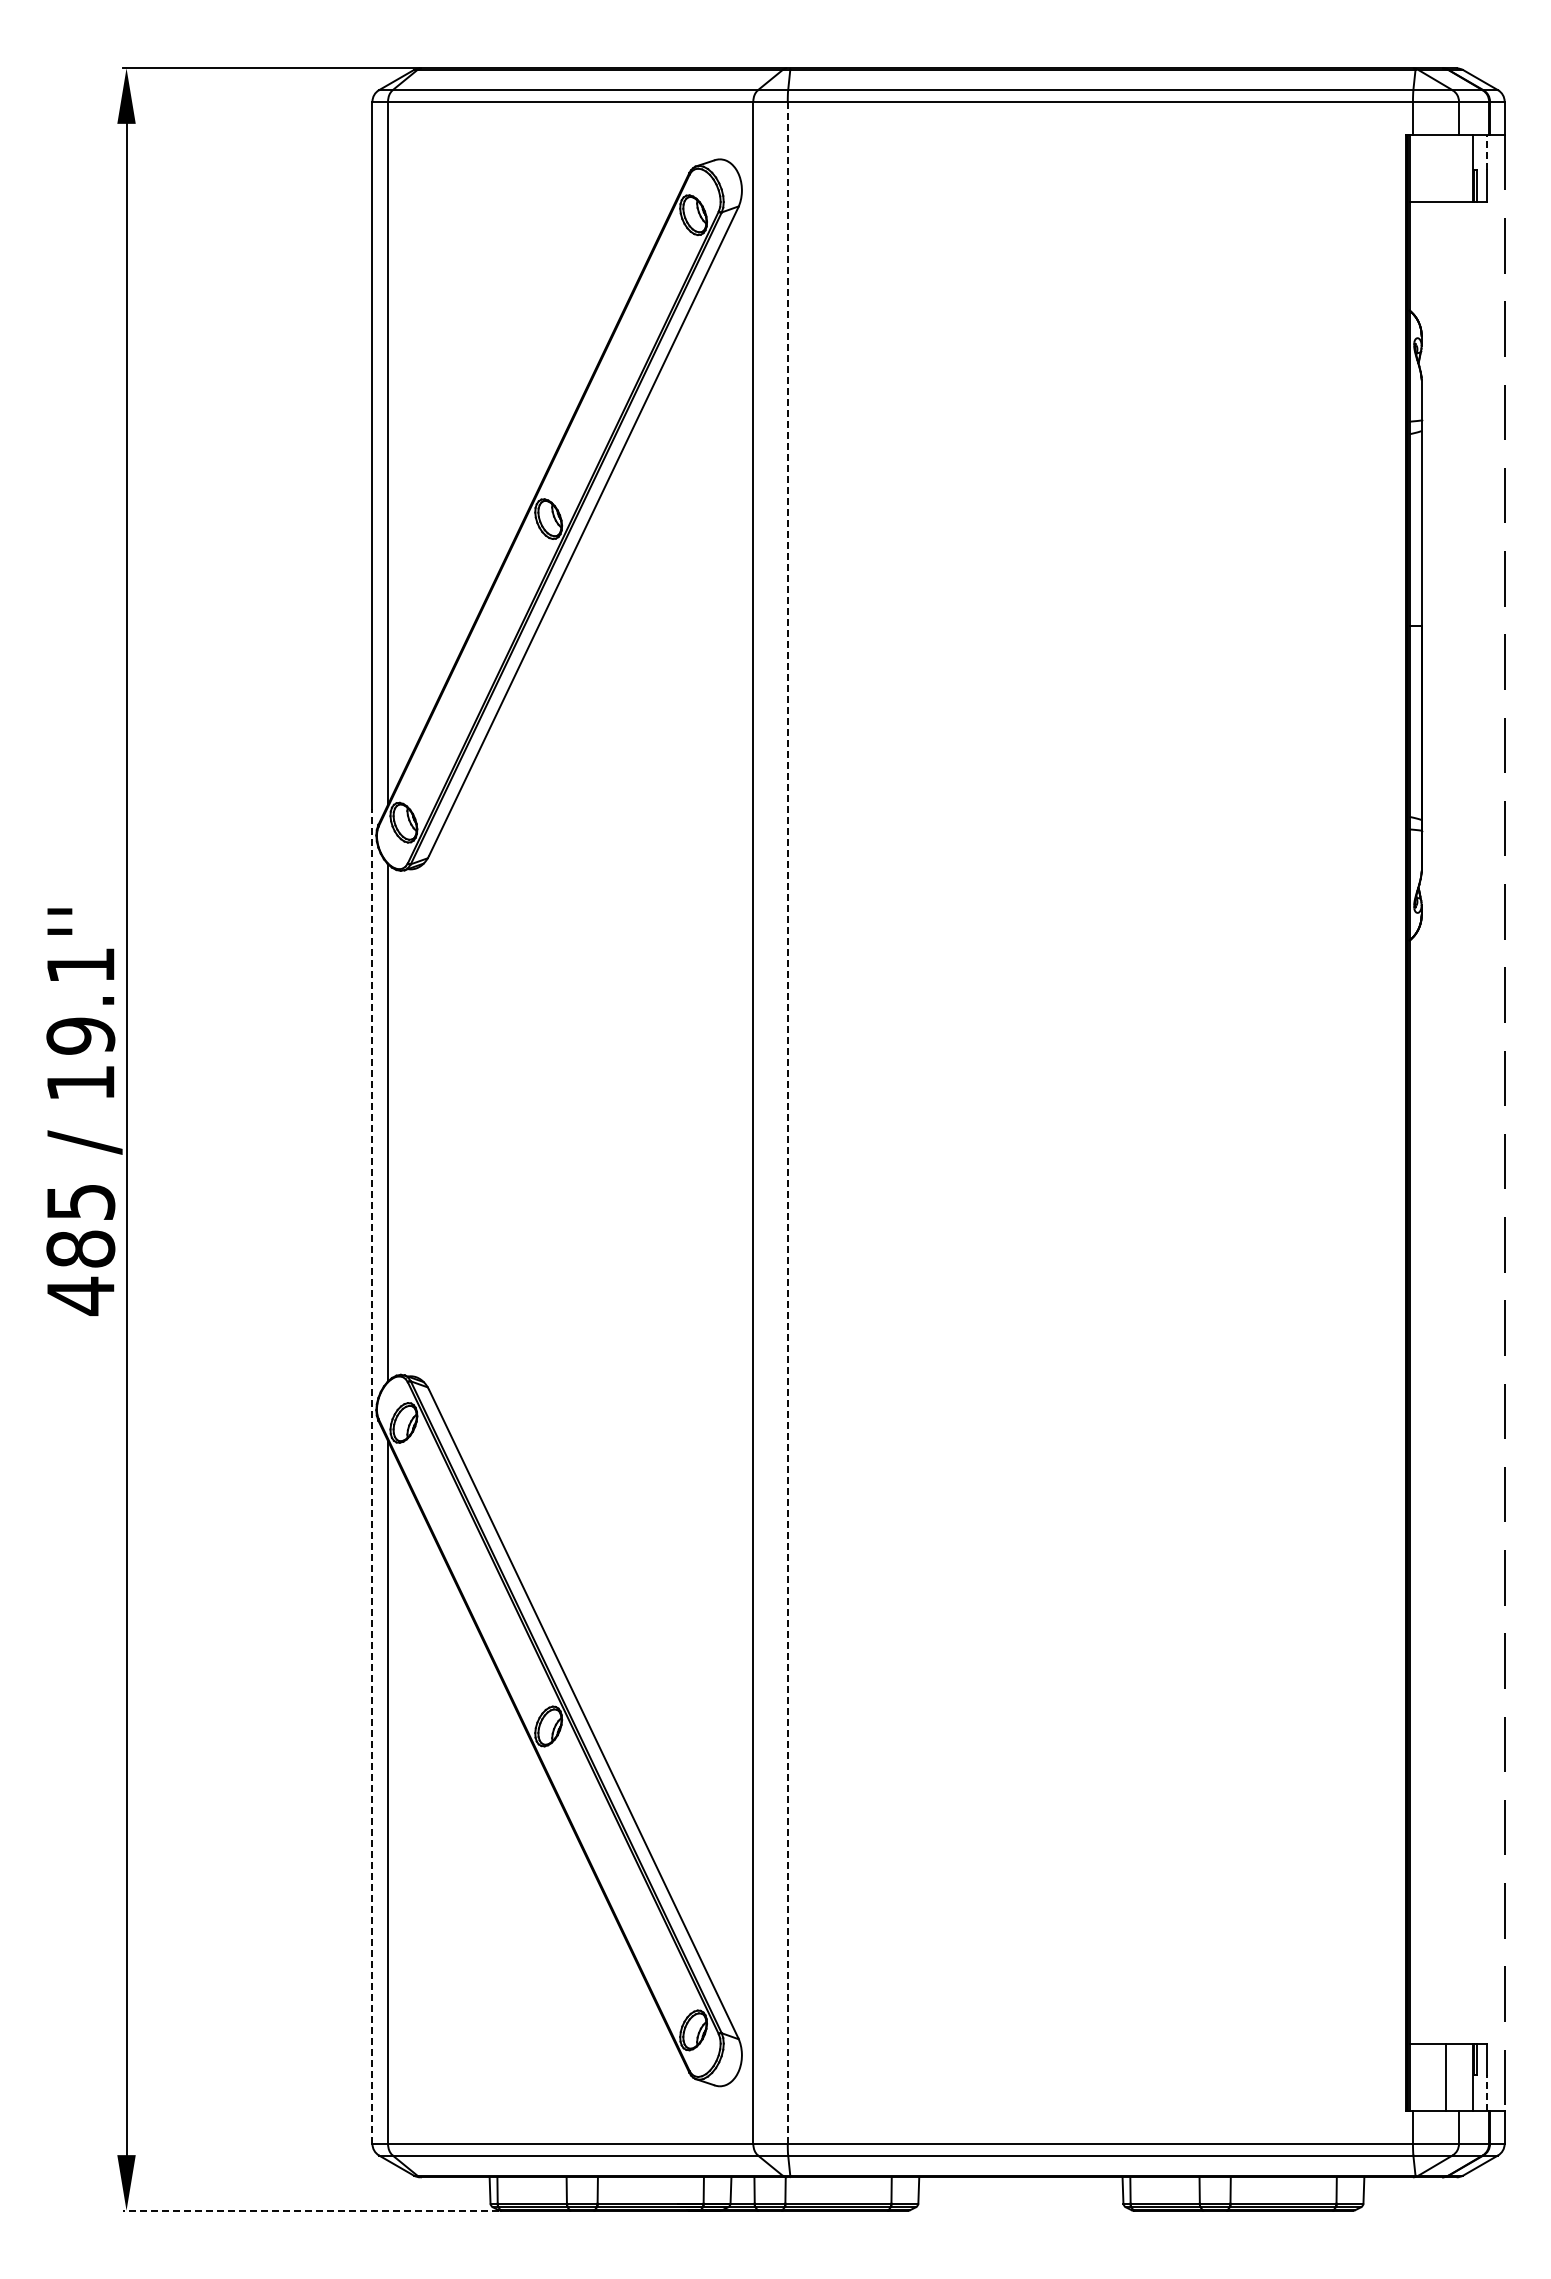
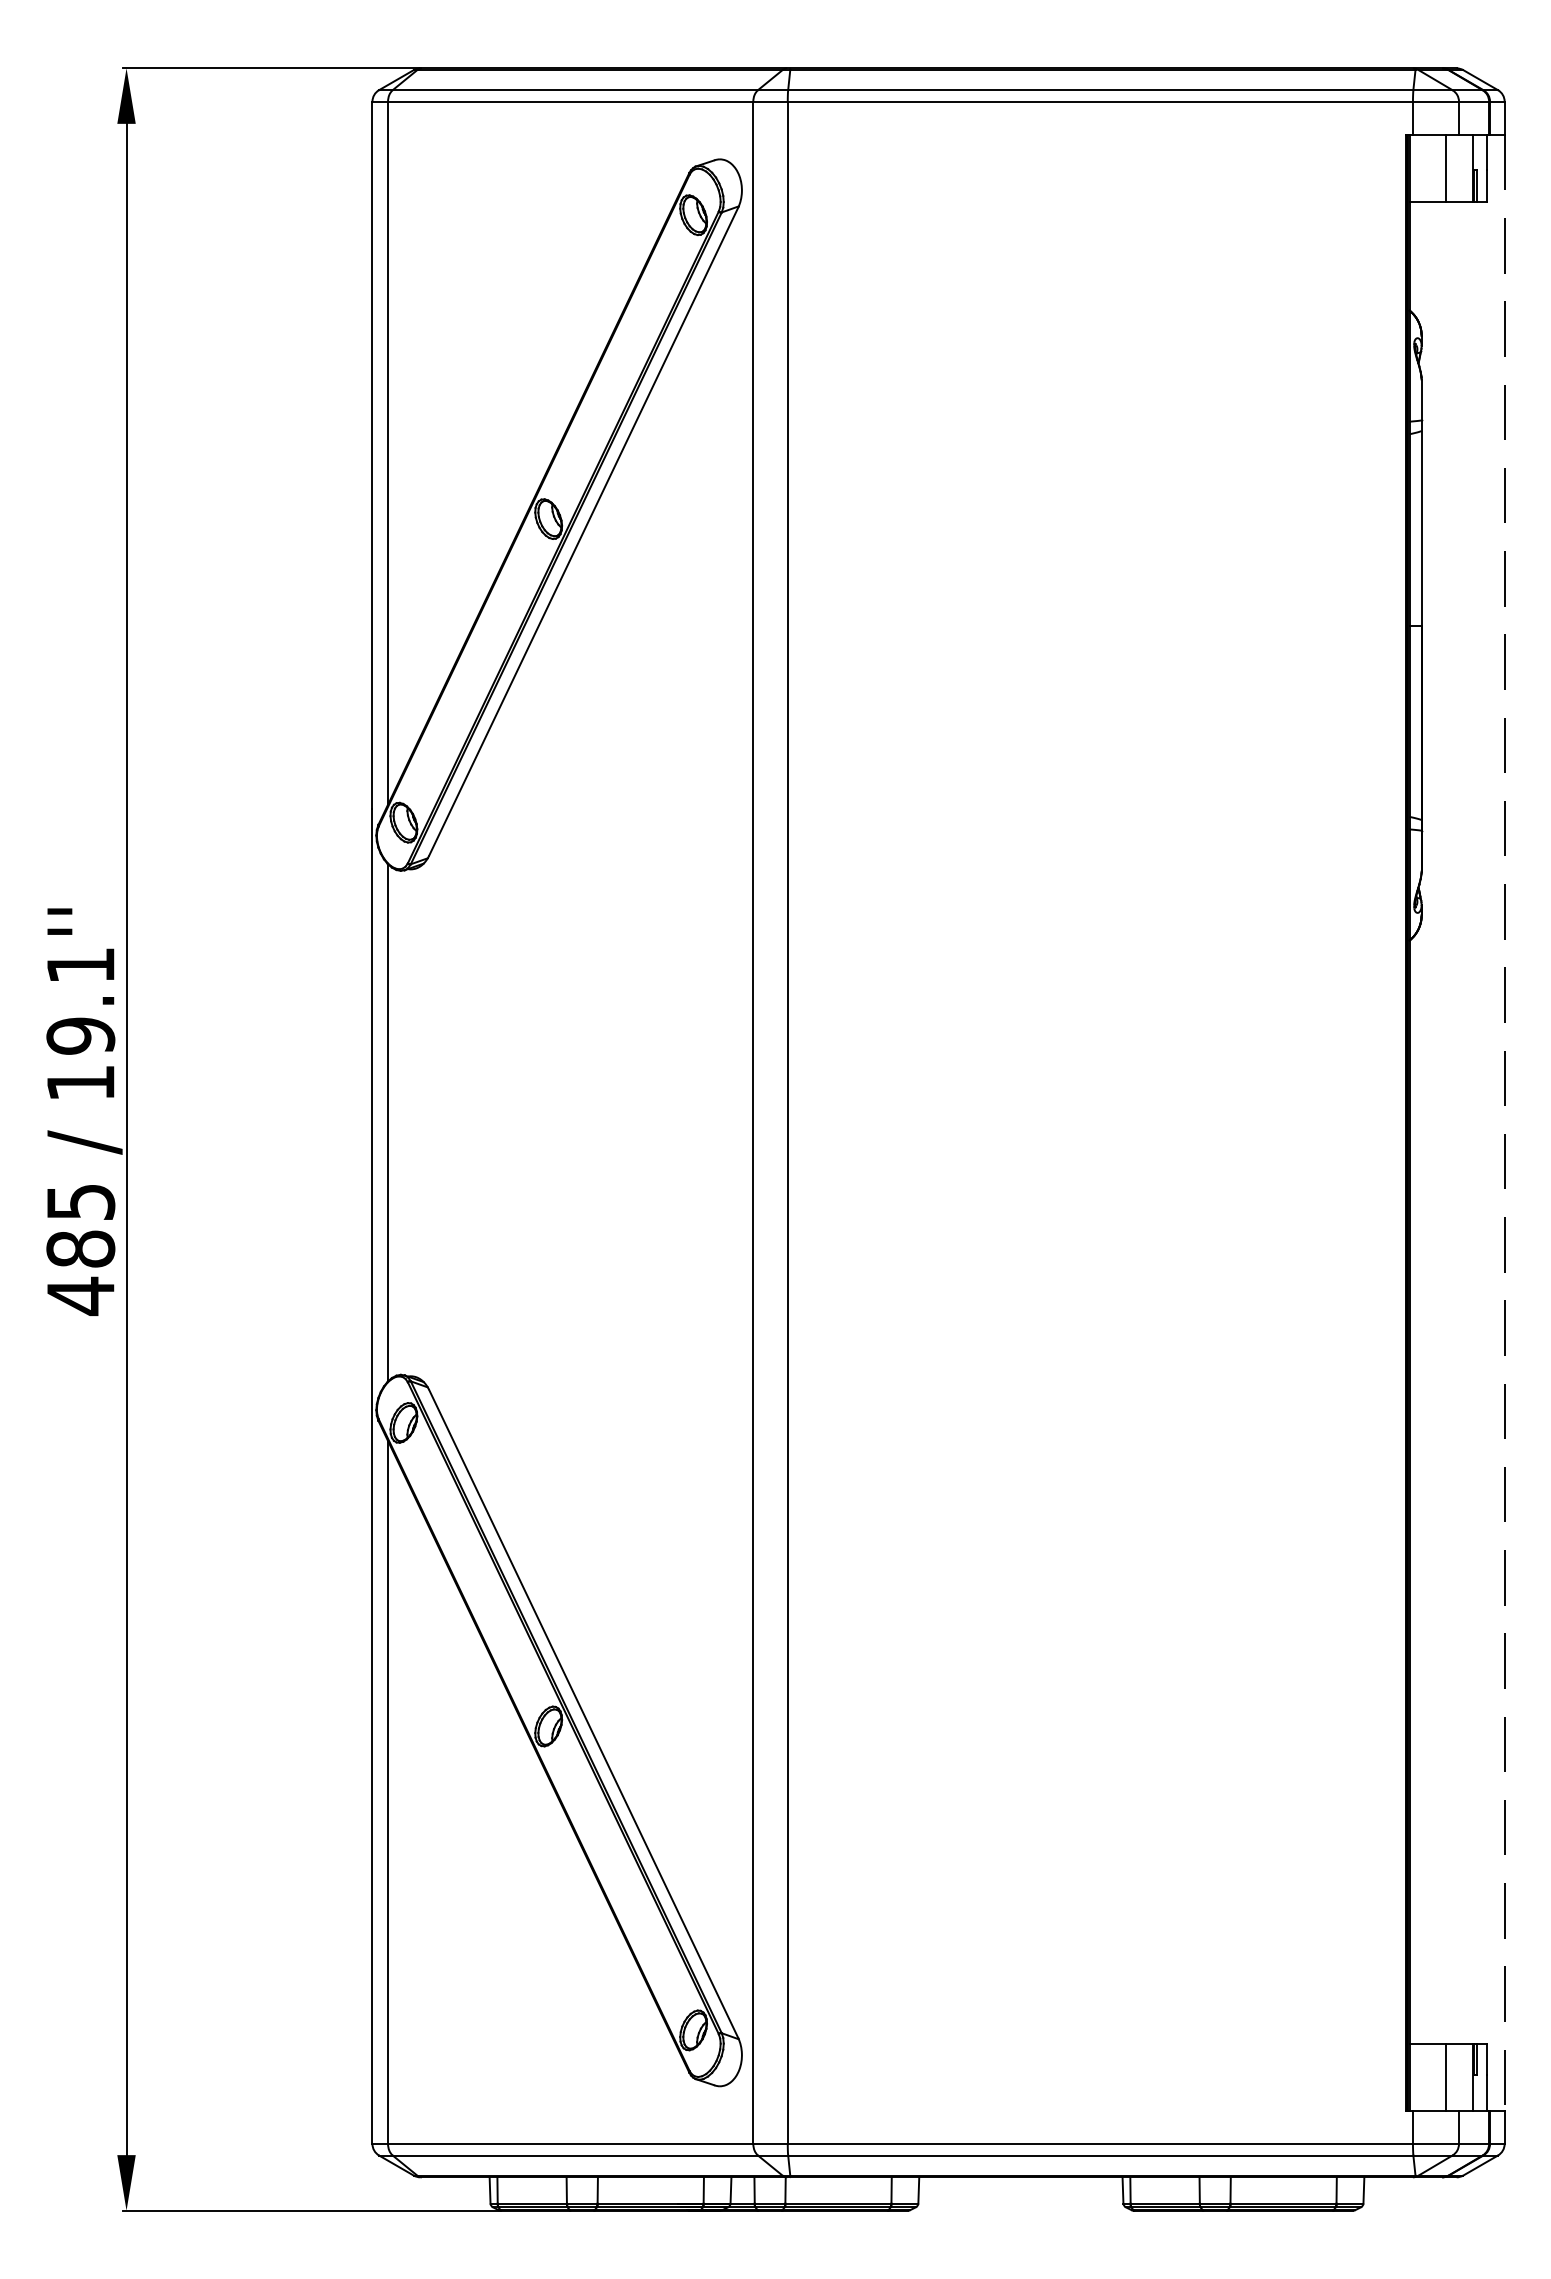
line at (1486, 152): dashed -> solid
line at (1446, 167): none -> present
line at (787, 1123): dashed -> solid
line at (372, 1476): dashed -> solid
line at (1486, 2092): dashed -> solid
line at (310, 2210): dashed -> solid
